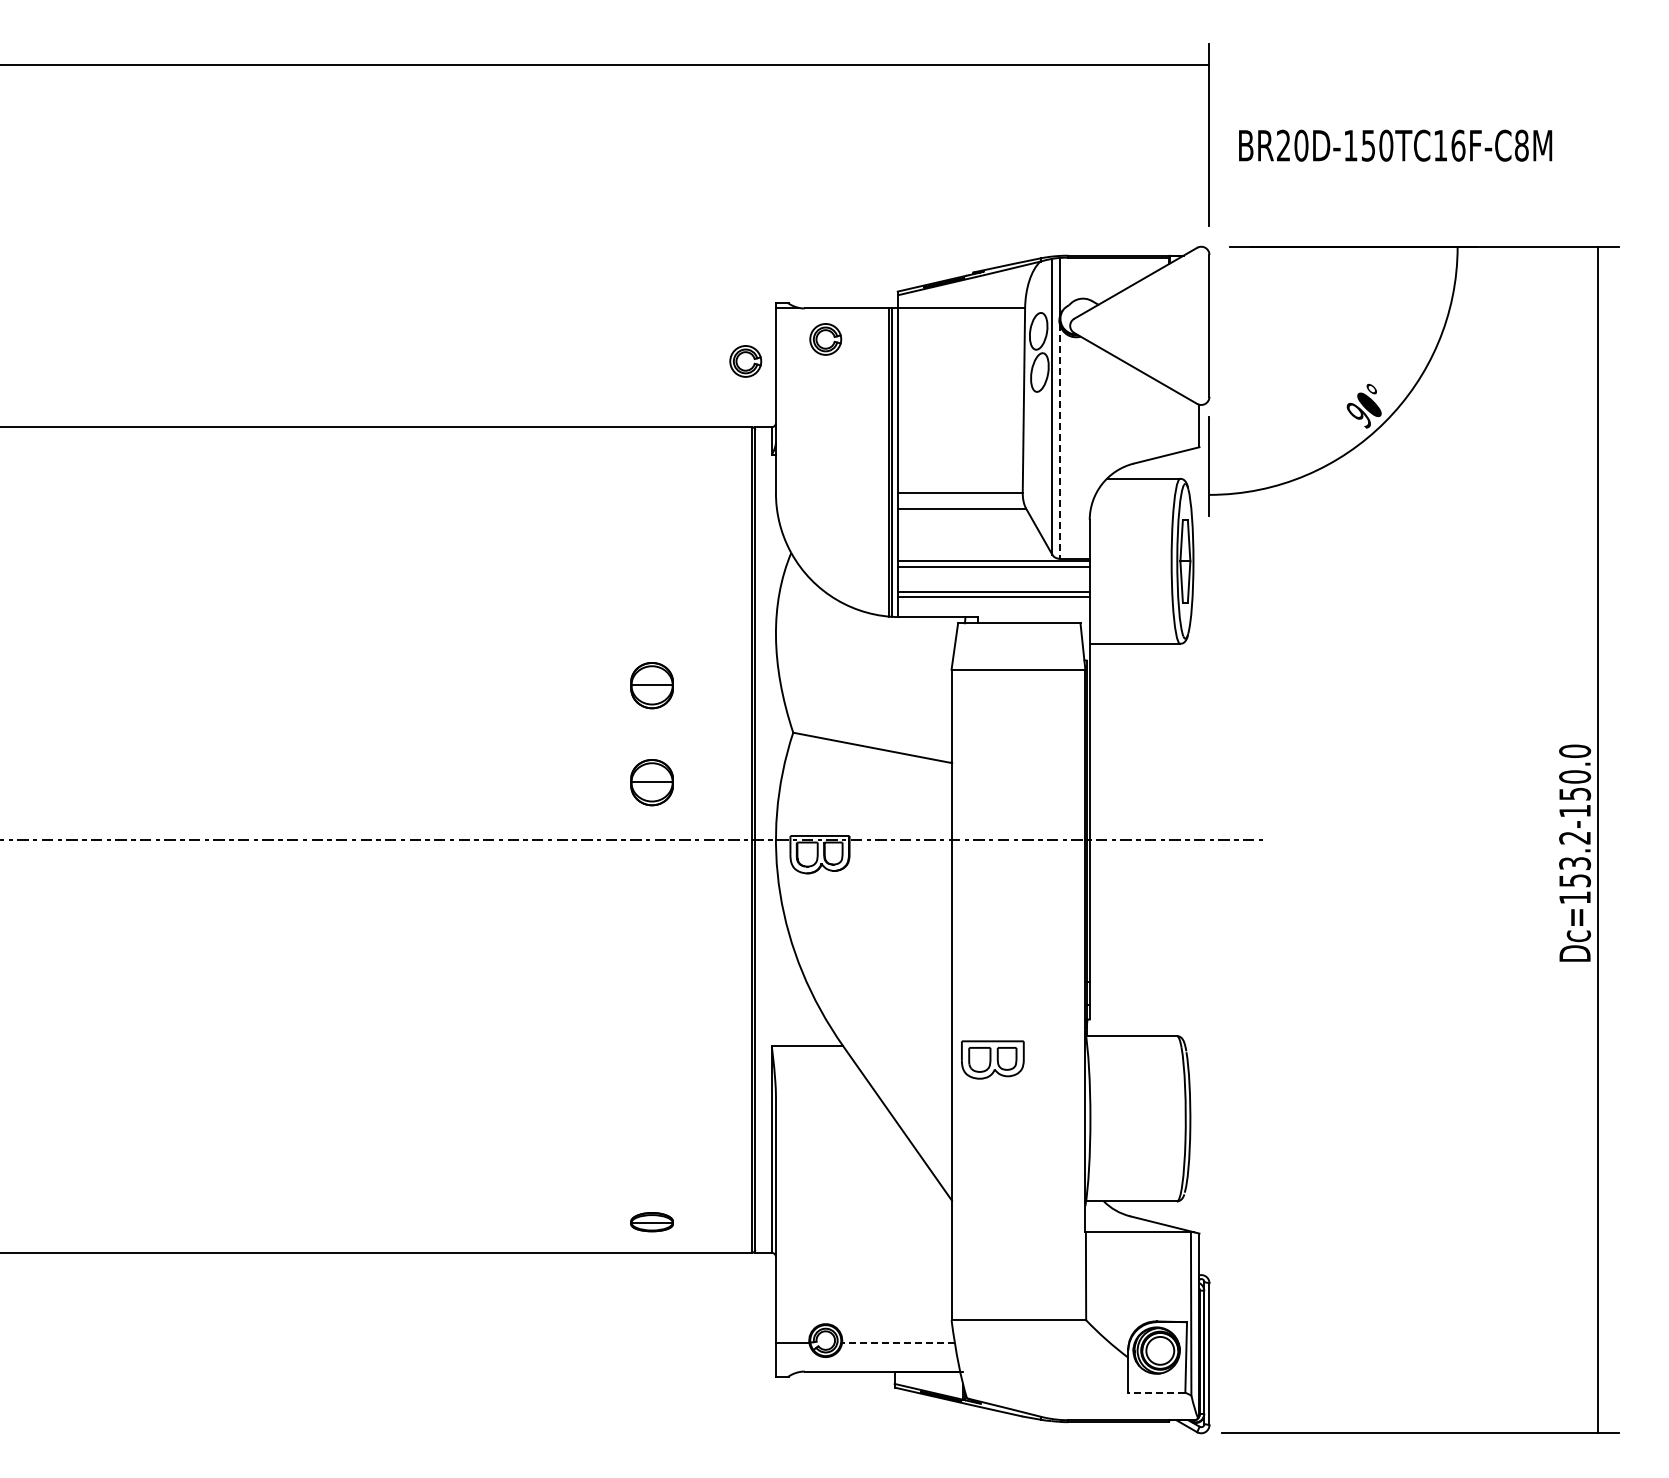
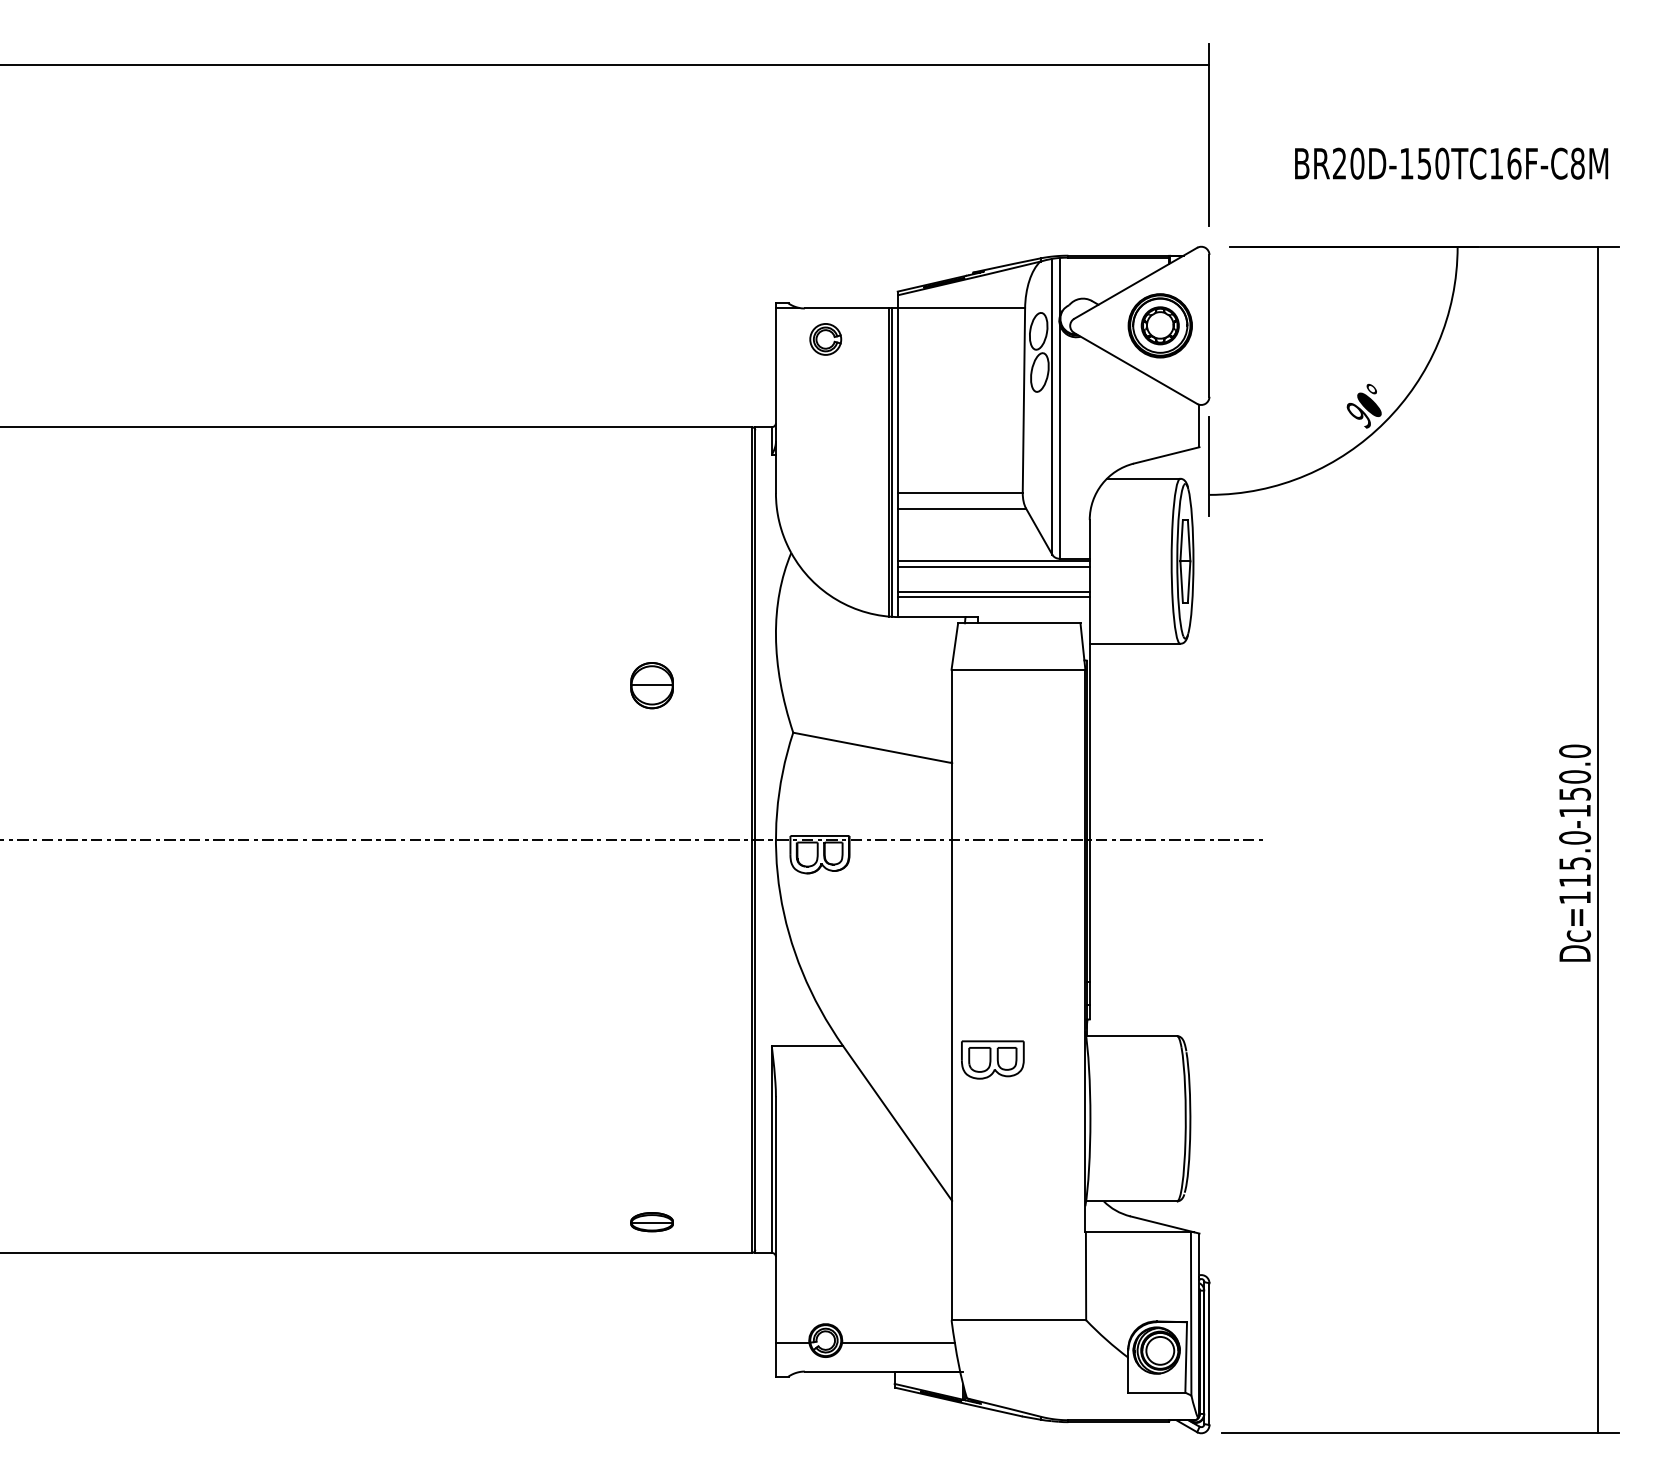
text at (1395, 145) position: (1395, 145) -> (1451, 163)
part at (1159, 325): none -> present
part at (745, 361): present -> none
line at (1059, 441): dashed -> solid
part at (651, 782): present -> none
text at (1575, 859): Dc=153.2-150.0 -> Dc=115.0-150.0
line at (897, 1343): dashed -> solid
line at (1156, 1392): dashed -> solid
